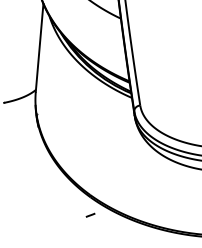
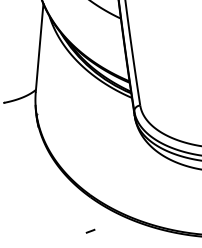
curve at (90, 214) position: (90, 214) -> (90, 230)
